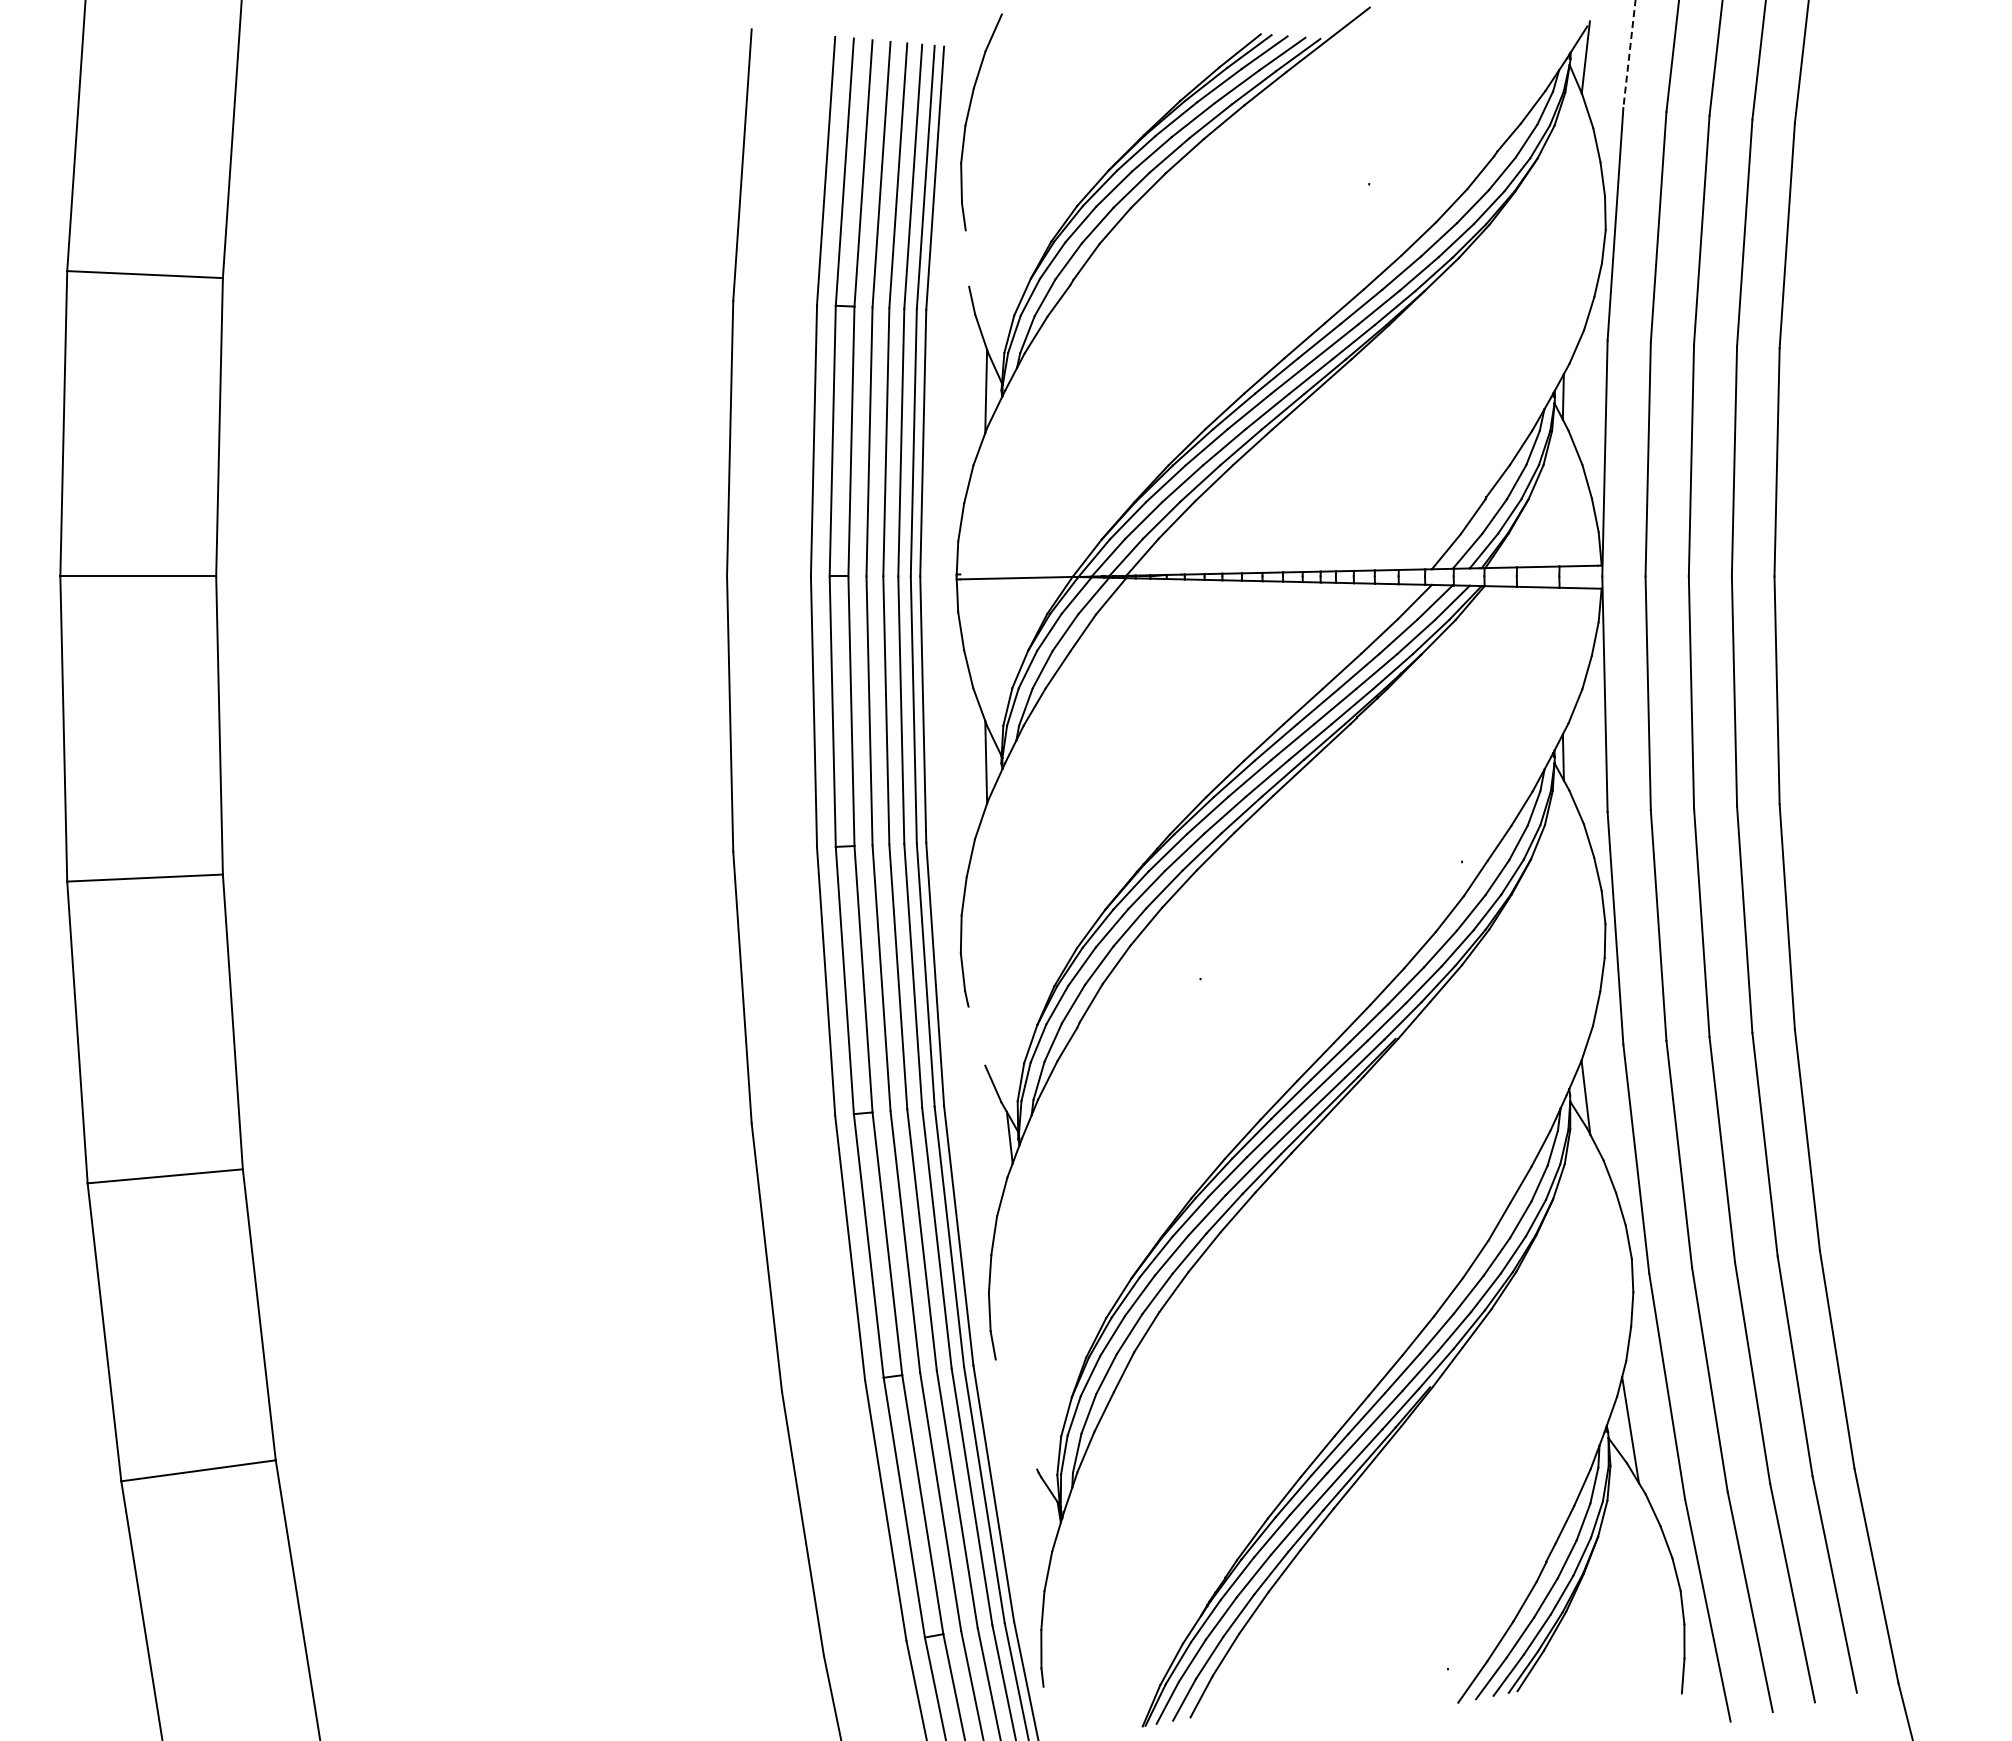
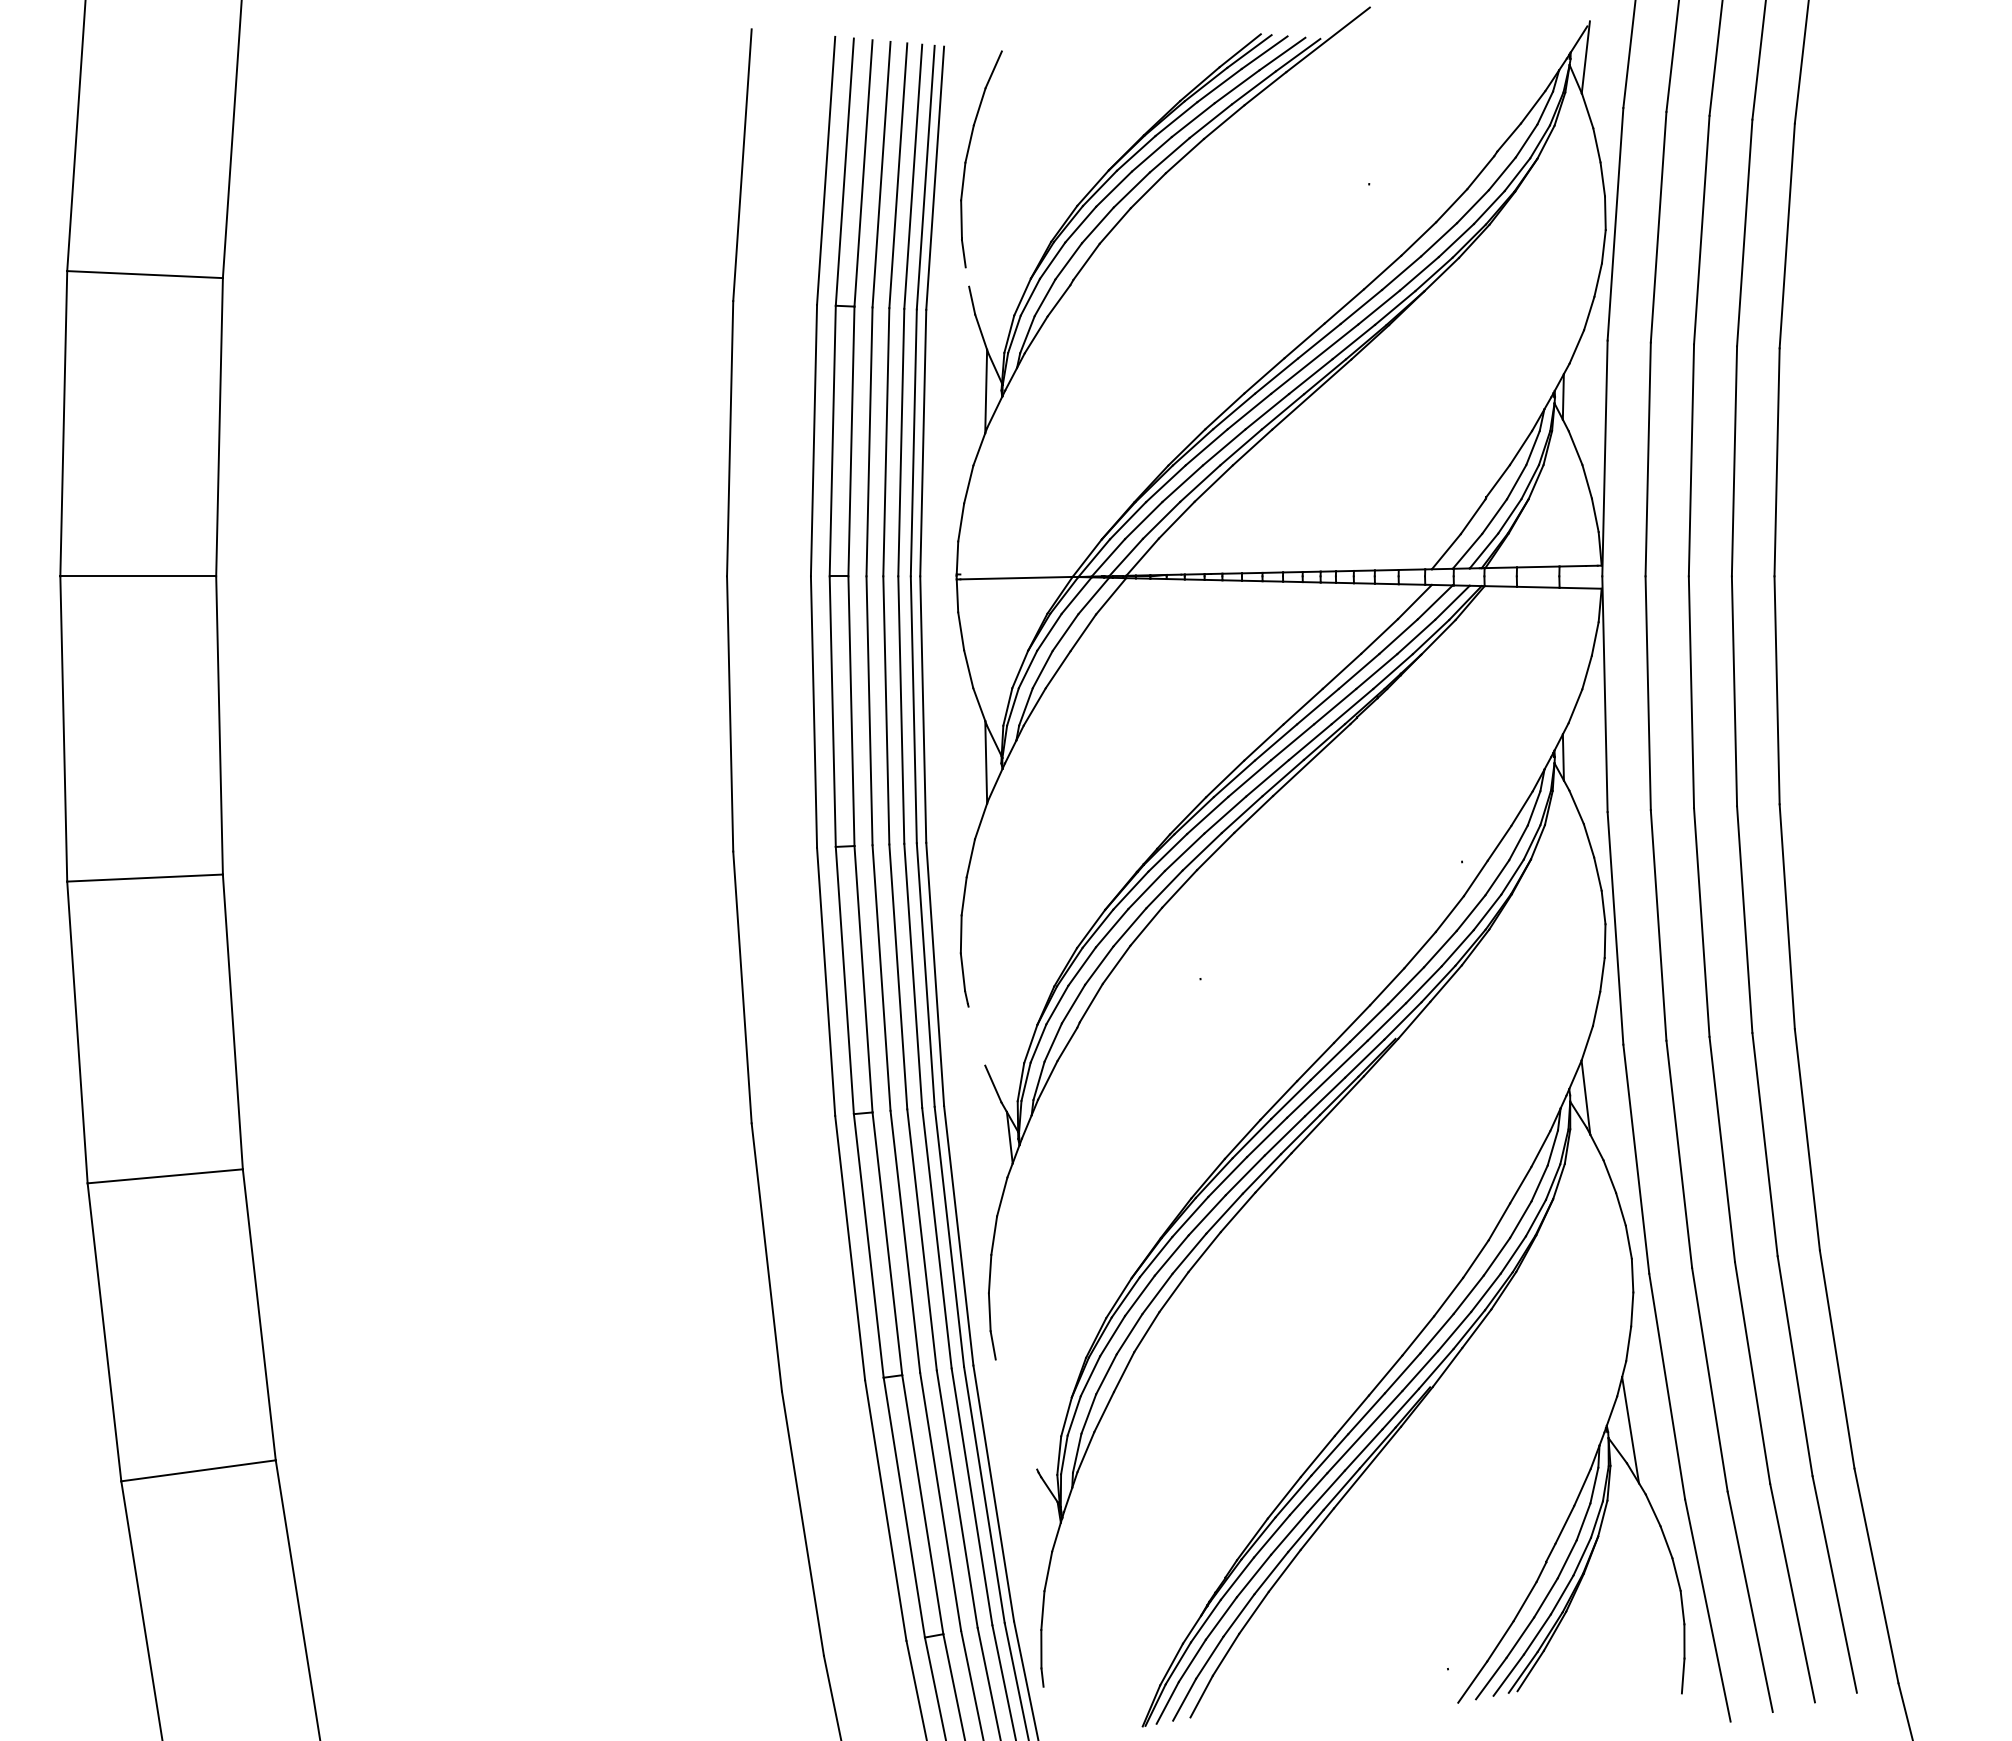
line at (1629, 54): dashed -> solid
part at (968, 117) position: (968, 117) -> (968, 154)
